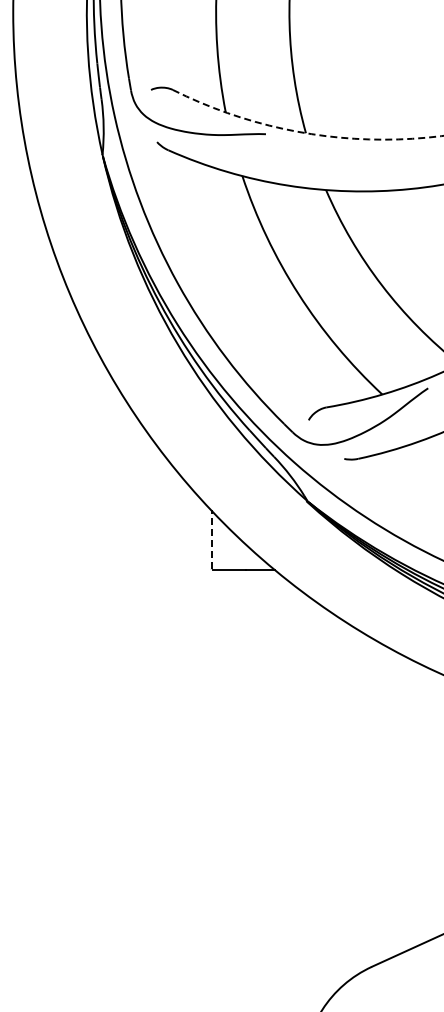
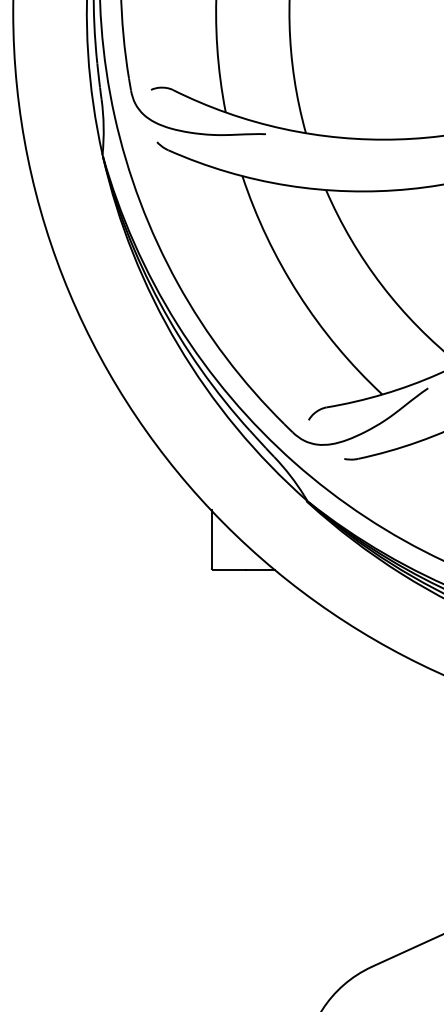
arc at (306, 133): dashed -> solid
line at (211, 539): dashed -> solid
